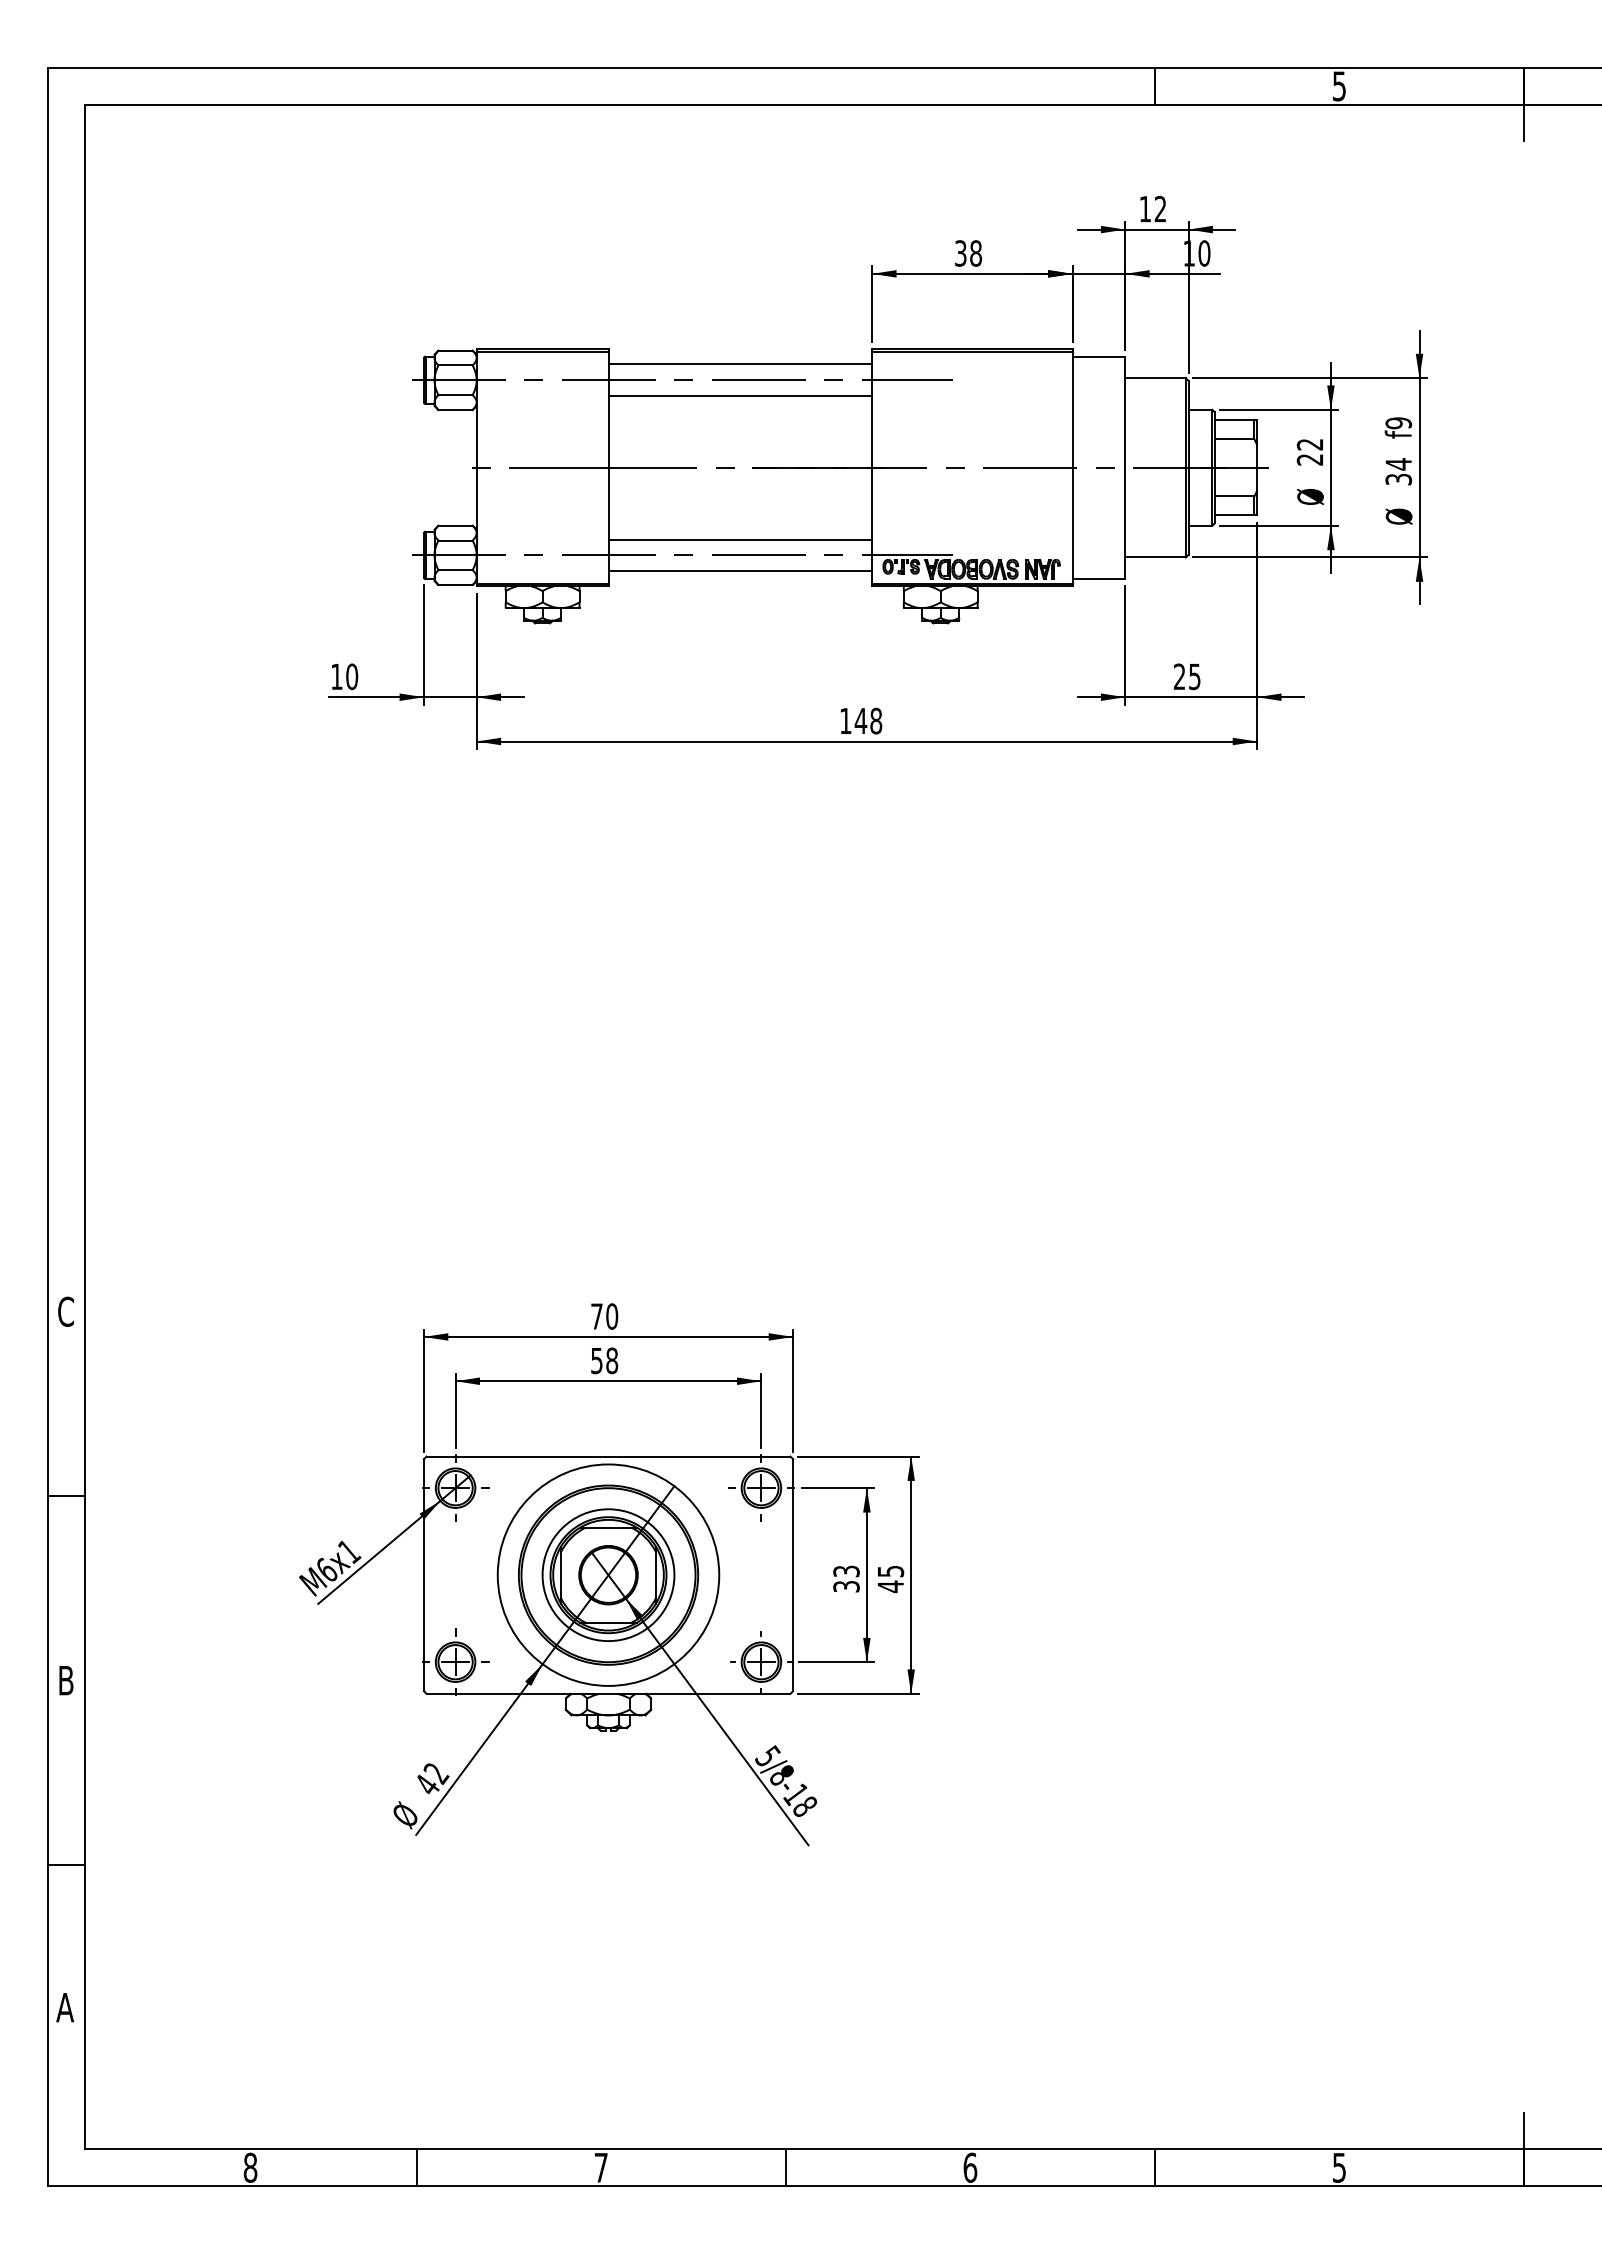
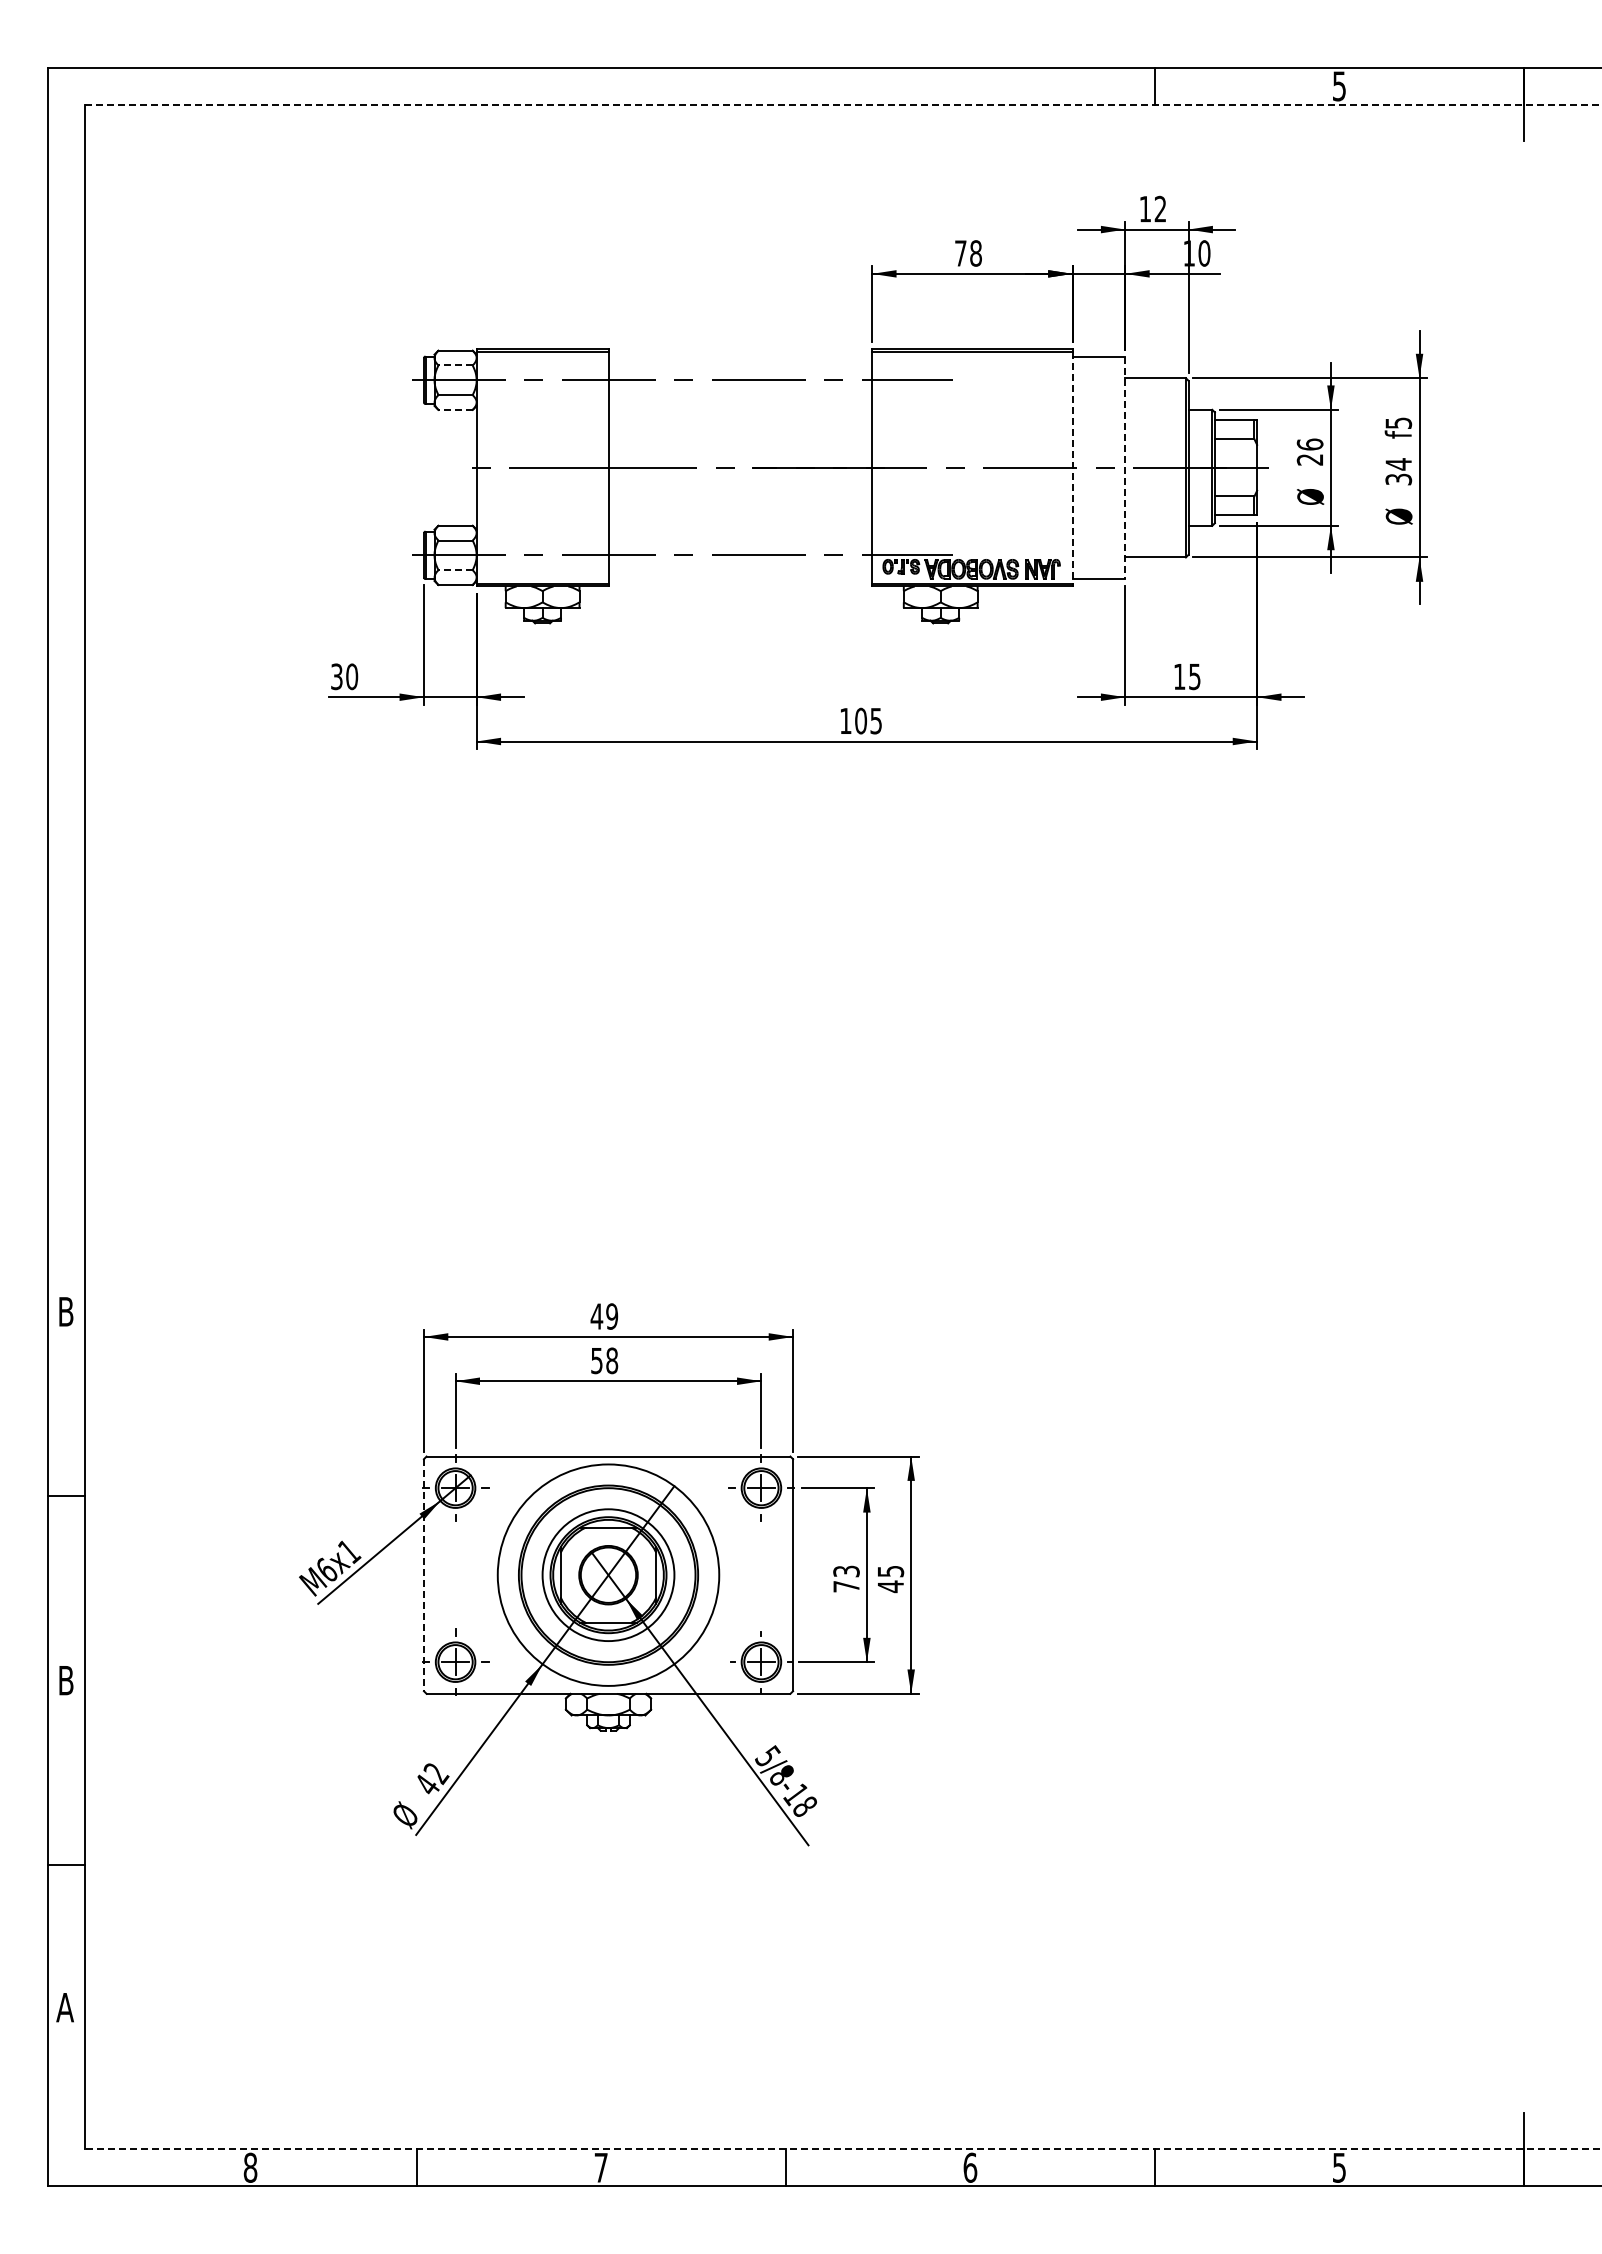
line at (843, 104): solid -> dashed
text at (960, 253): 38 -> 78
line at (740, 364): present -> none
line at (455, 365): solid -> dashed
line at (740, 396): present -> none
line at (455, 409): solid -> dashed
text at (1398, 423): f9 -> f5
text at (1309, 444): 22 -> 26
line at (1125, 467): solid -> dashed
line at (1072, 468): solid -> dashed
line at (740, 539): present -> none
line at (455, 570): solid -> dashed
line at (740, 571): present -> none
text at (336, 676): 10 -> 30
text at (1179, 676): 25 -> 15
text at (868, 720): 148 -> 105
text at (65, 1311): C -> B
text at (604, 1316): 70 -> 49
line at (423, 1575): solid -> dashed
text at (846, 1586): 33 -> 73
line at (842, 2149): solid -> dashed
